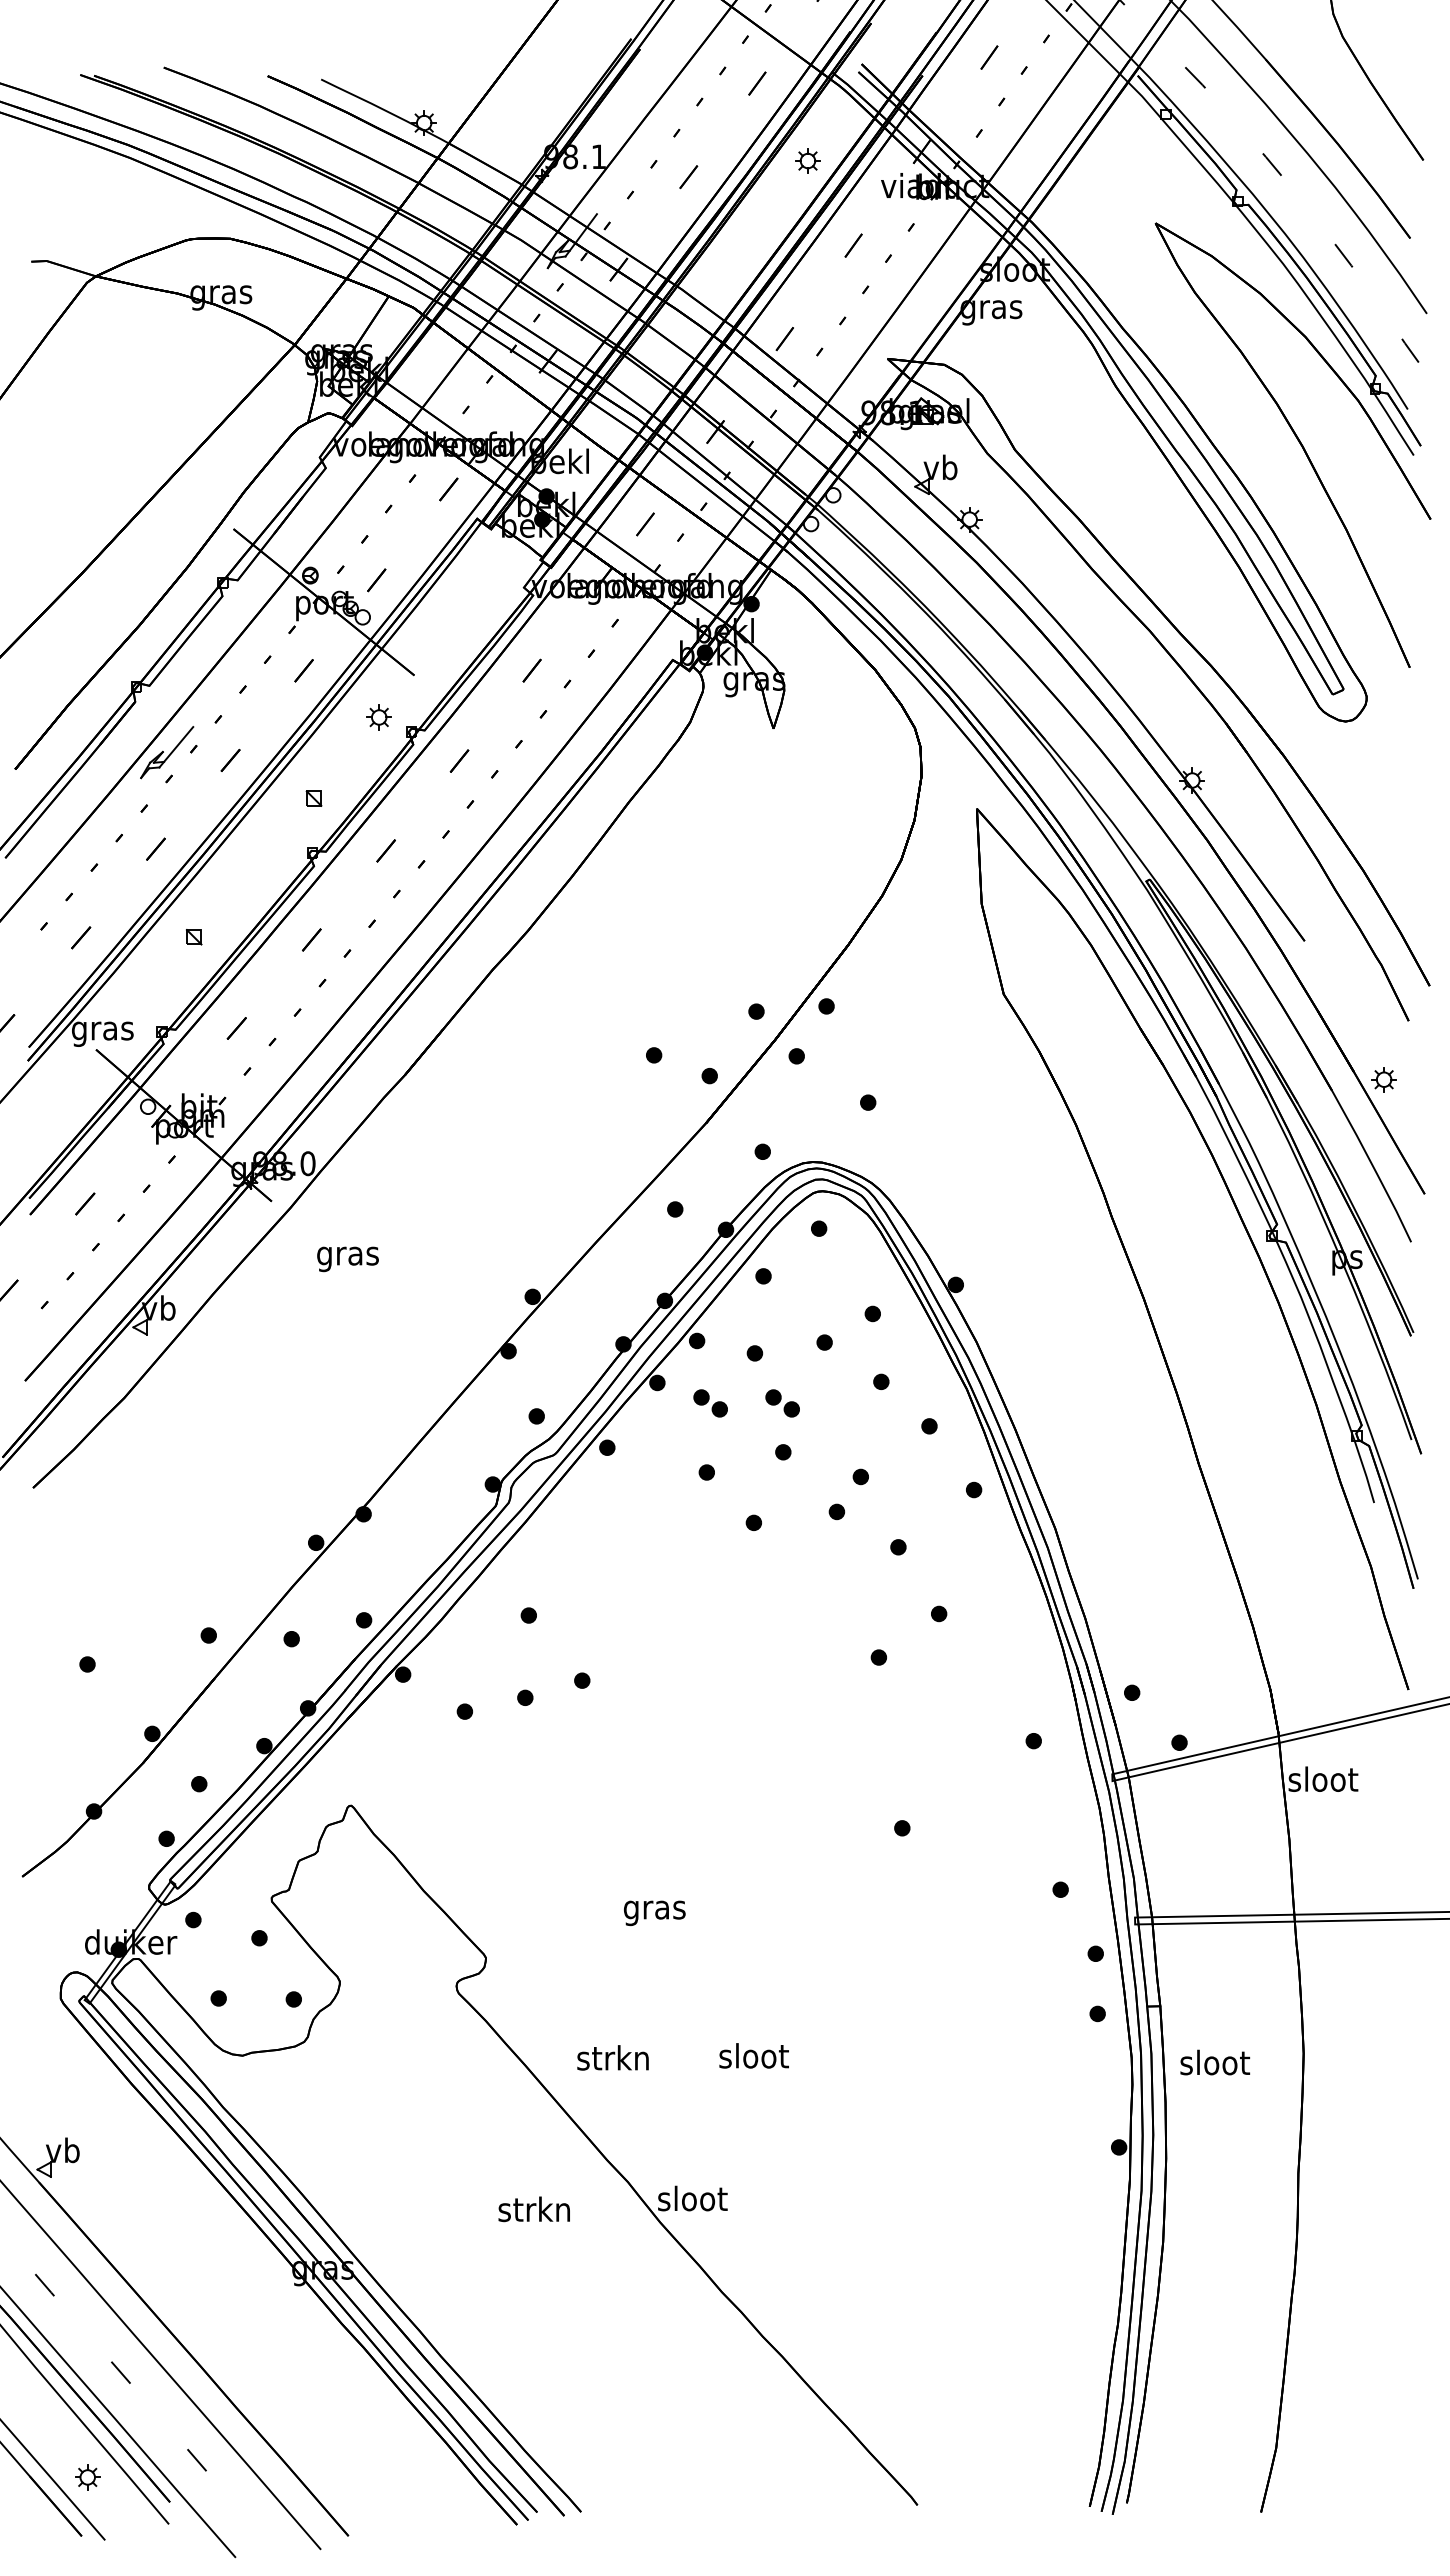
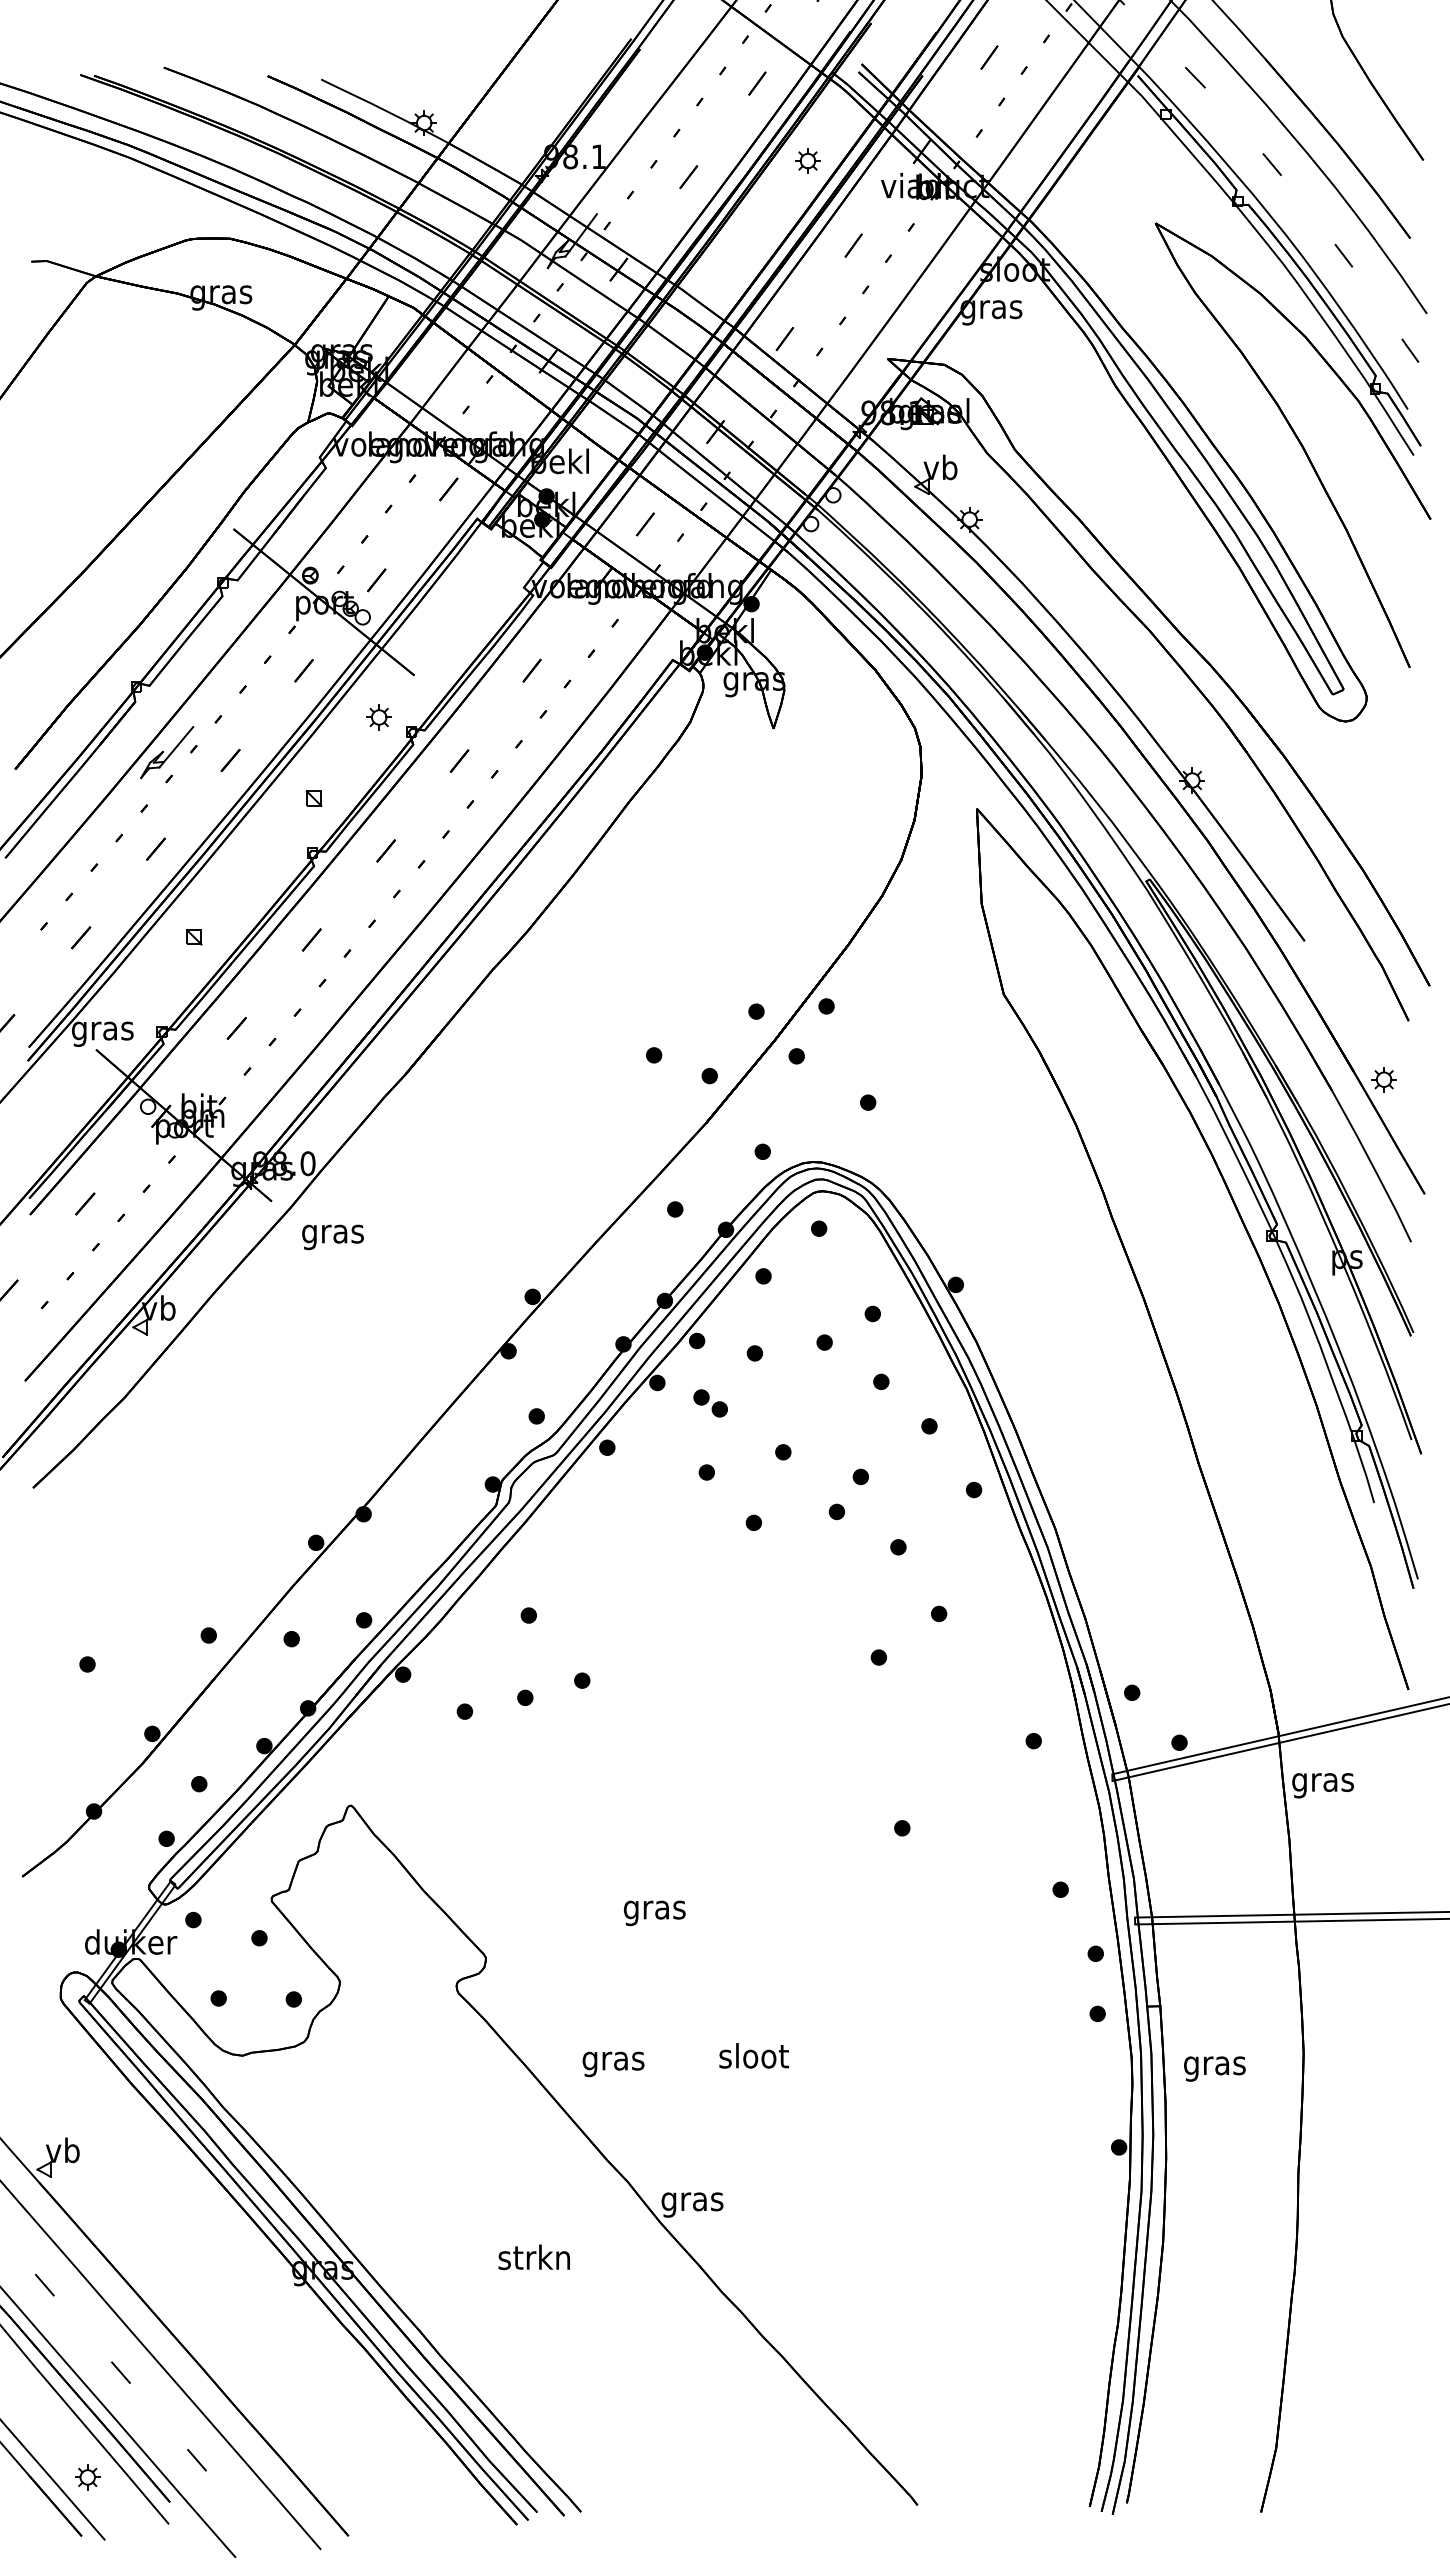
text at (347, 1259) position: (347, 1259) -> (332, 1237)
part at (782, 1403): present -> none
text at (1323, 1782): sloot -> gras
text at (612, 2061): strkn -> gras
text at (1215, 2065): sloot -> gras
text at (692, 2201): sloot -> gras
text at (533, 2209) position: (533, 2209) -> (533, 2257)
